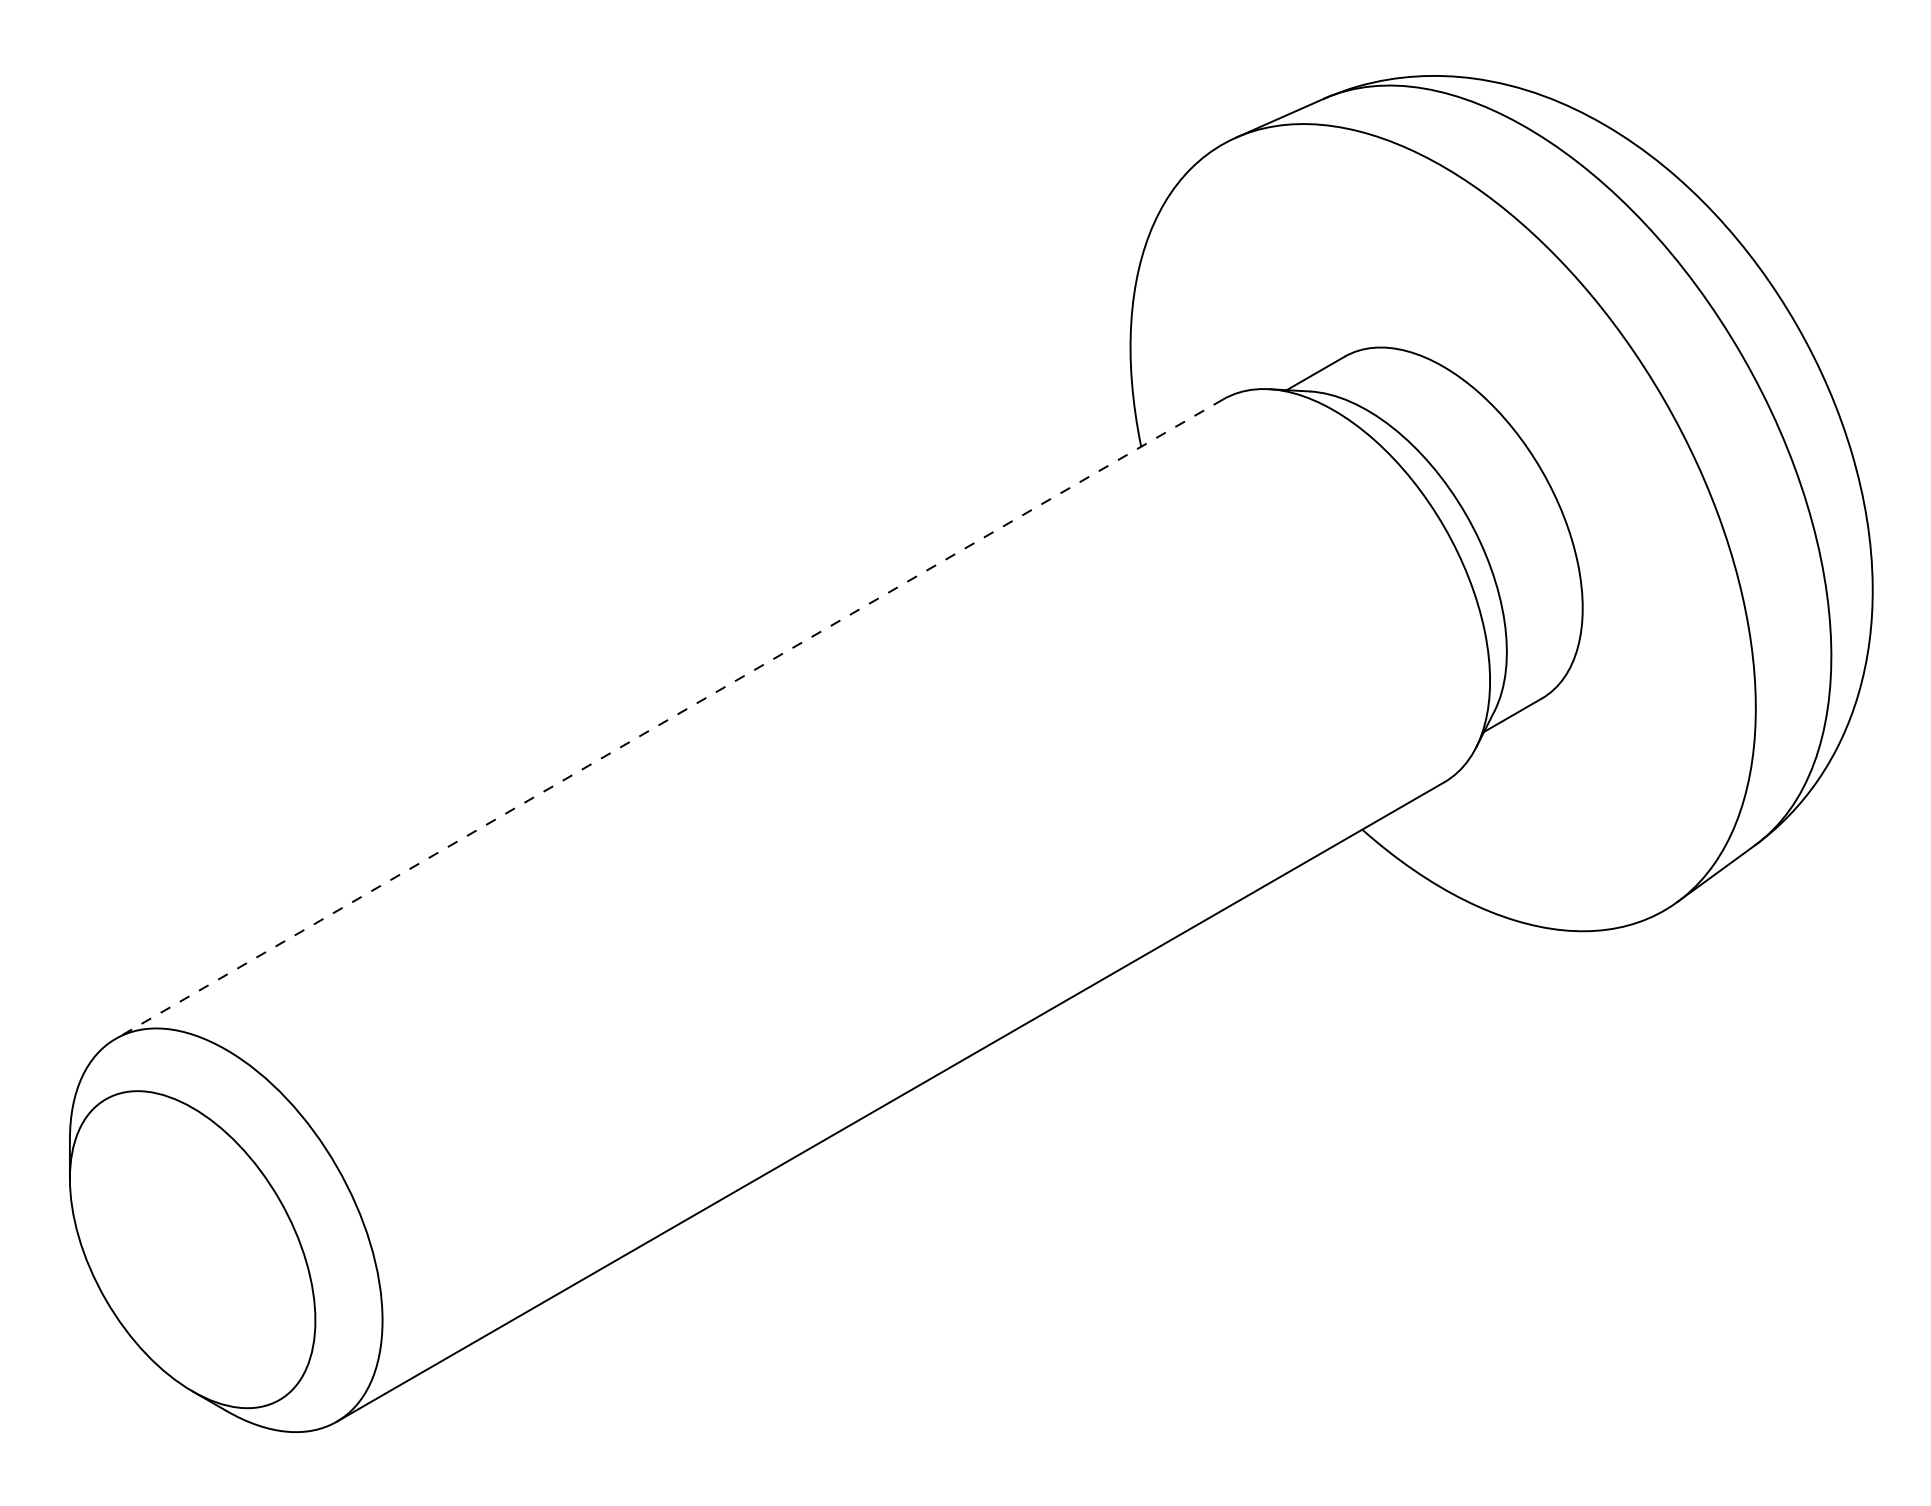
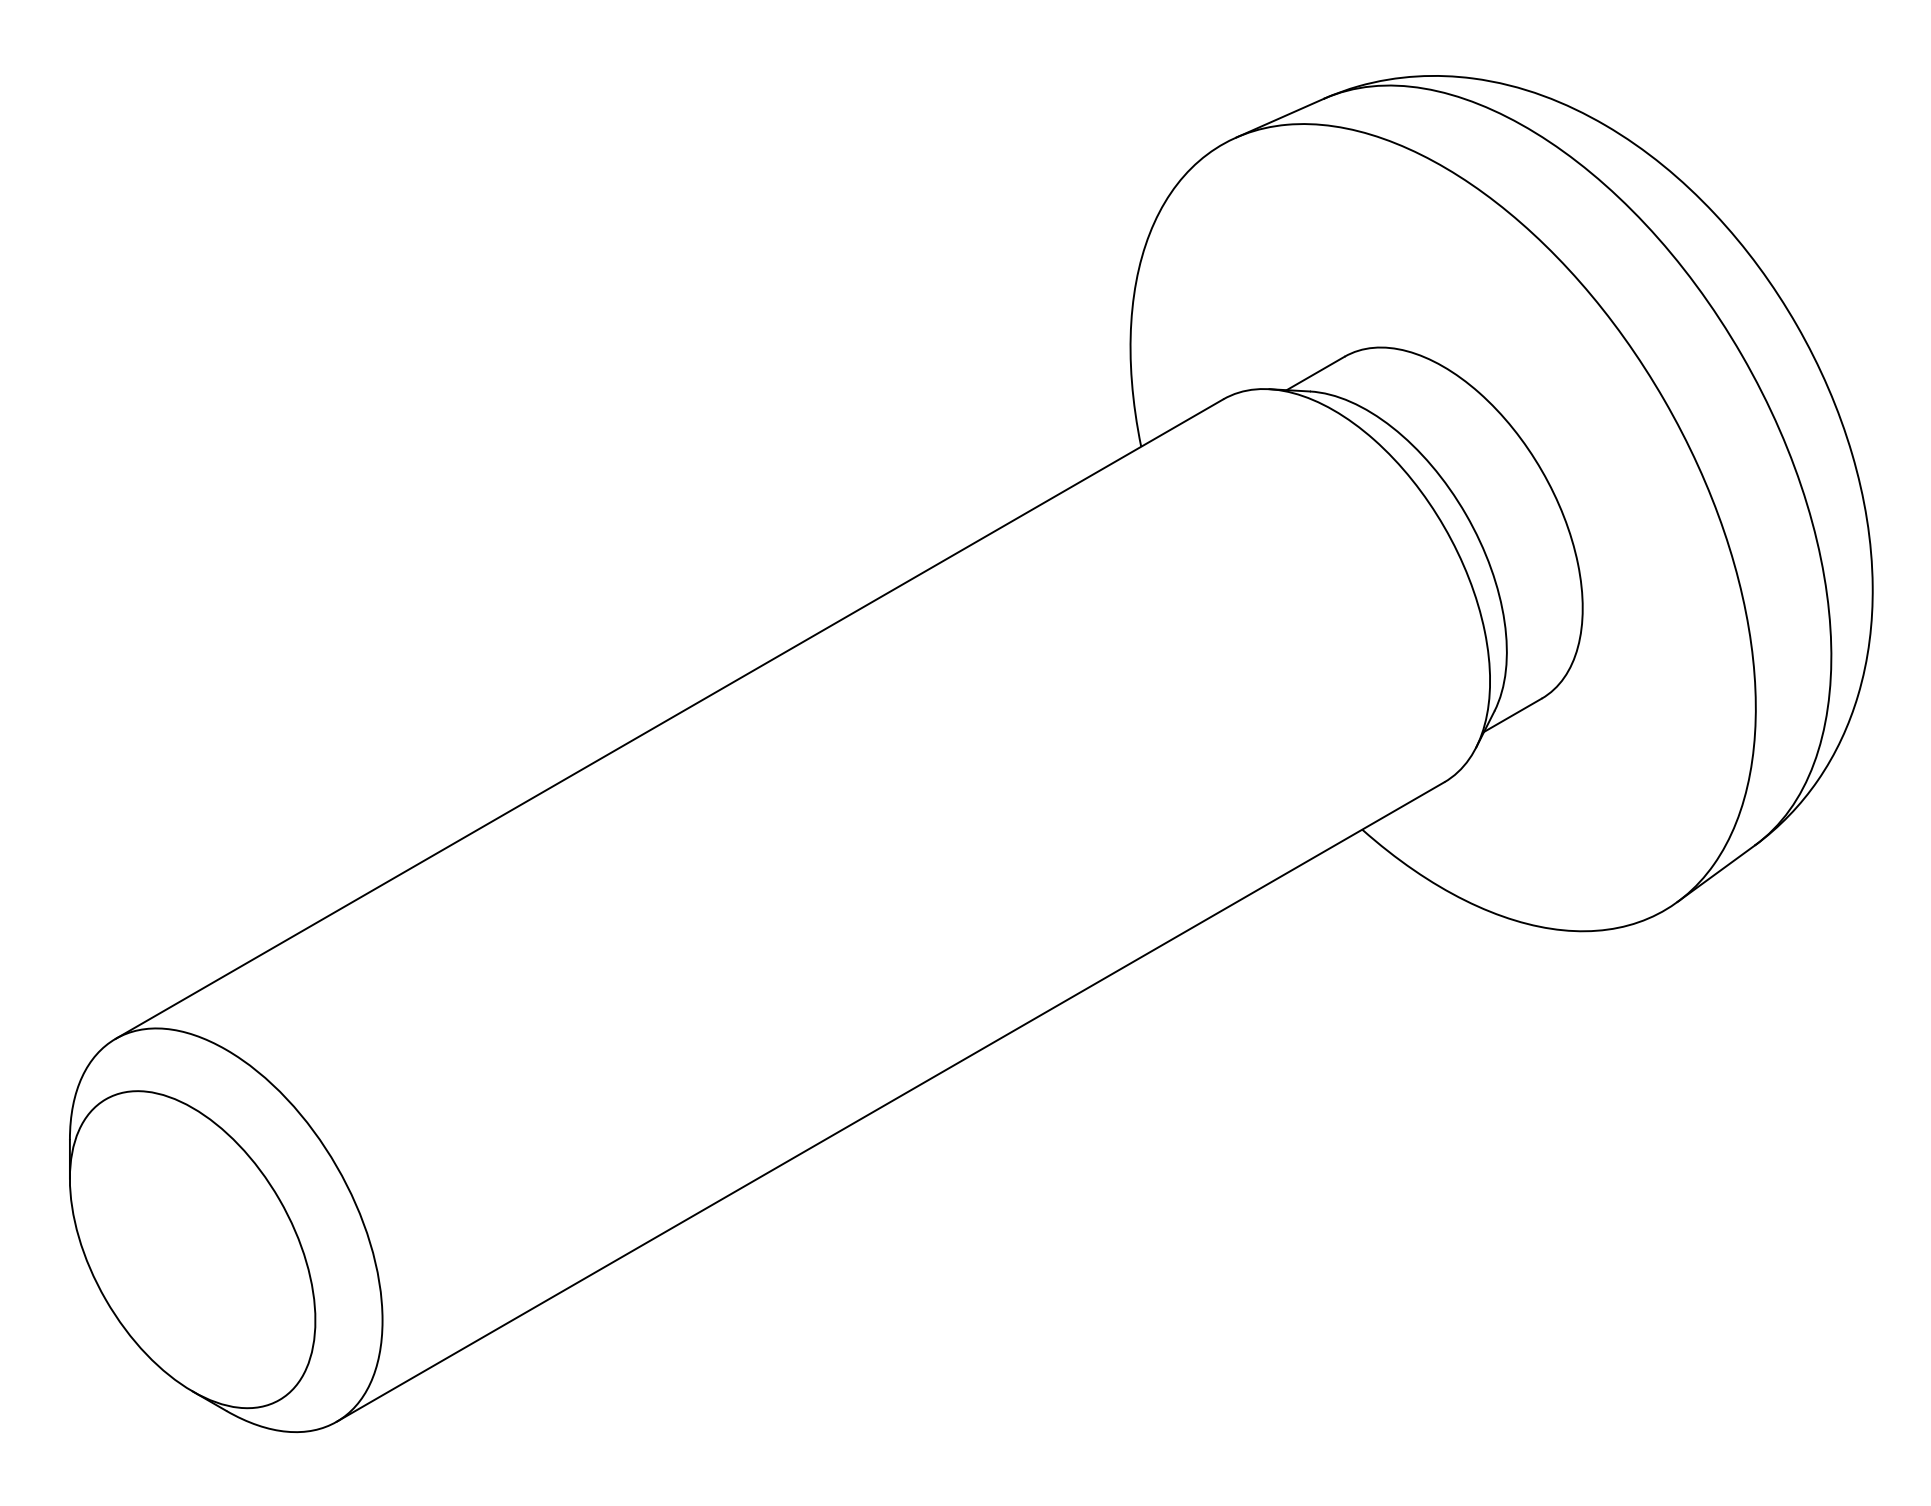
line at (669, 719): dashed -> solid
